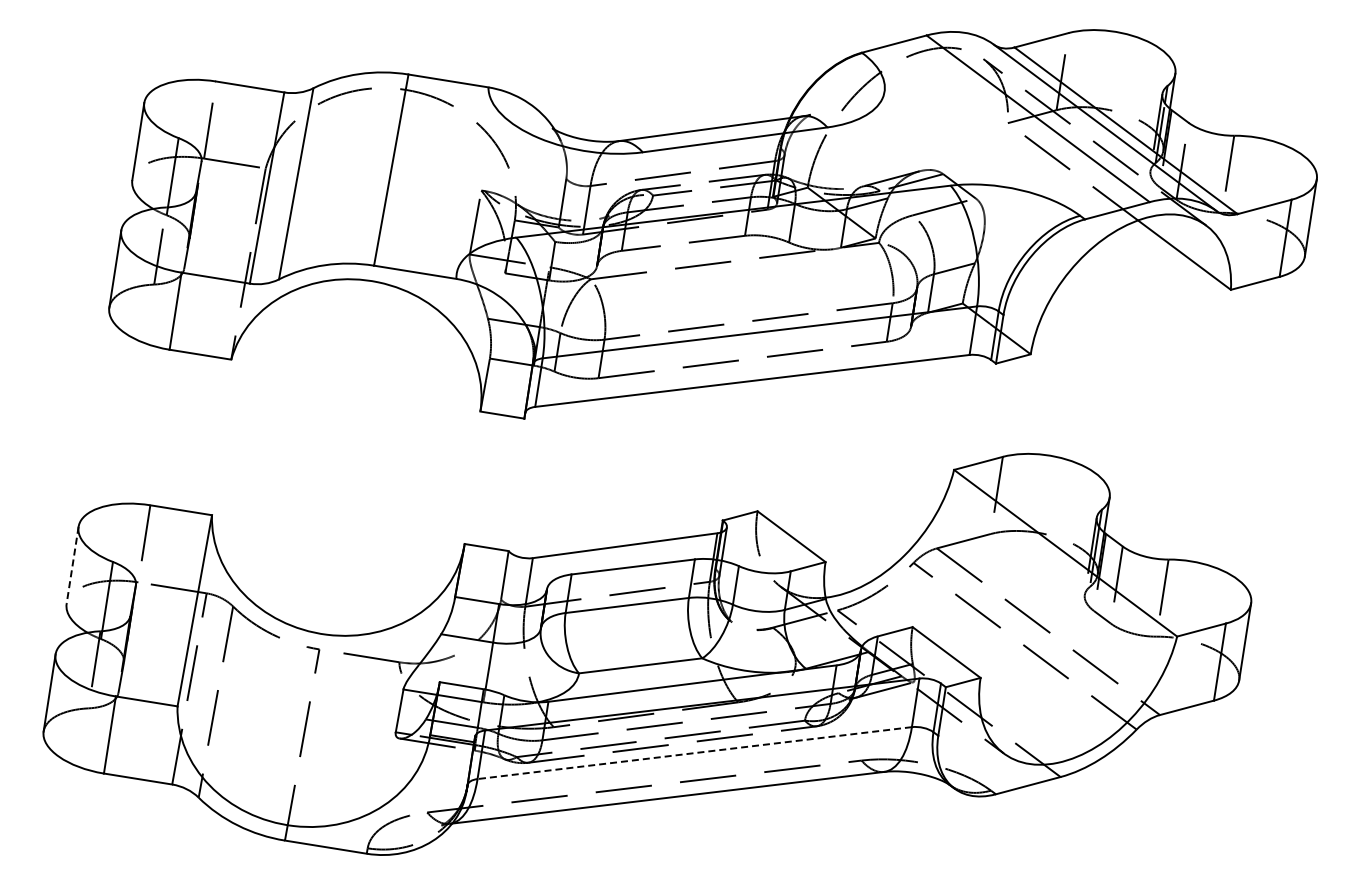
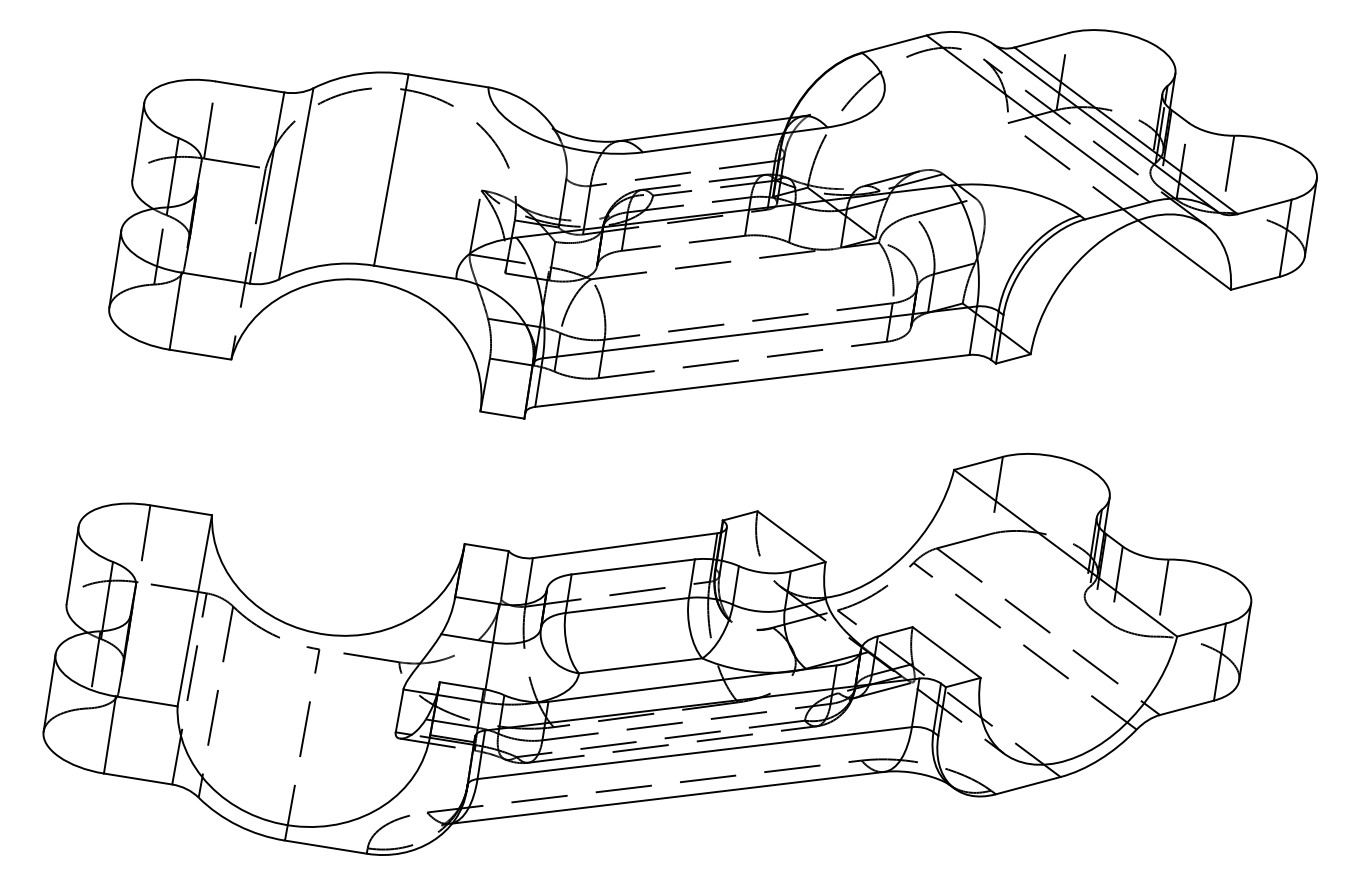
line at (72, 565): dashed -> solid
line at (694, 753): dashed -> solid
